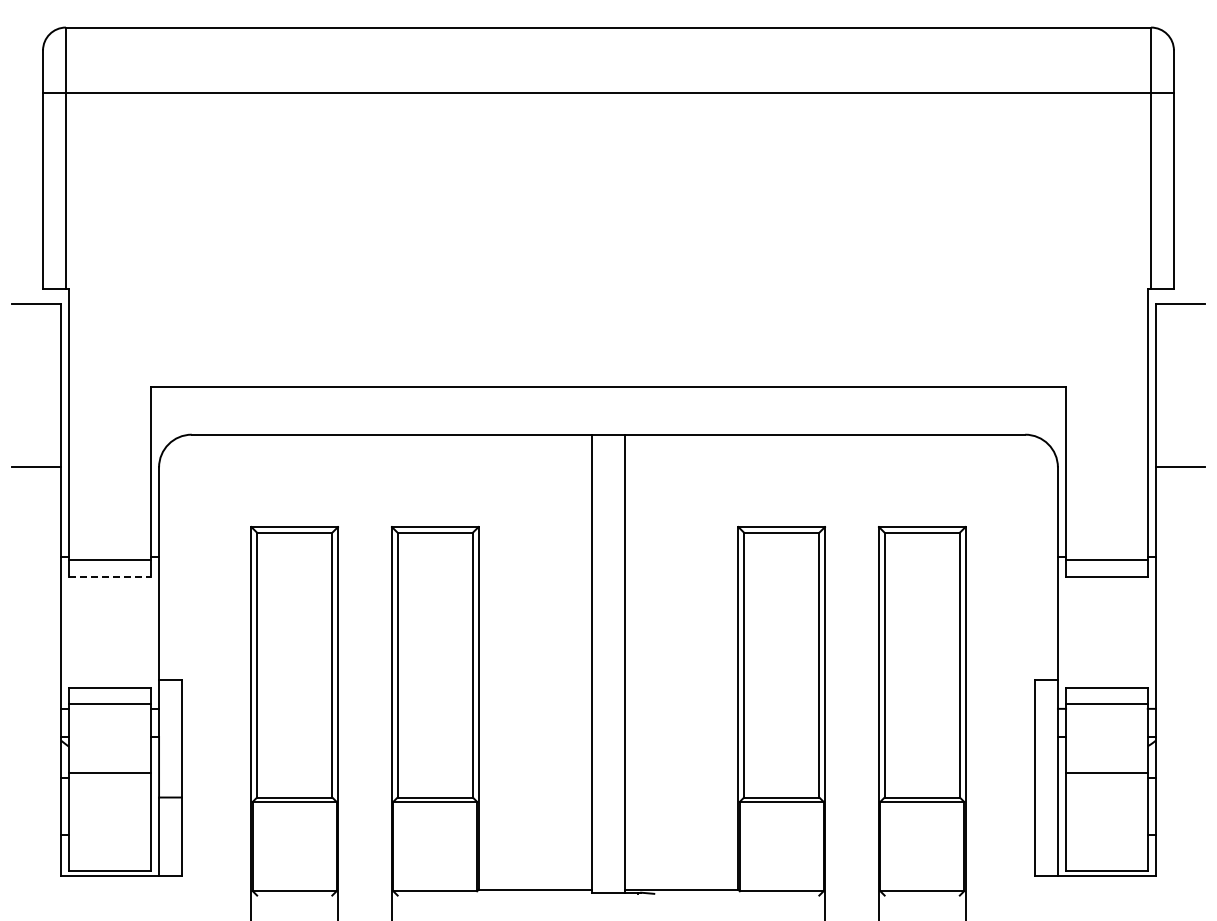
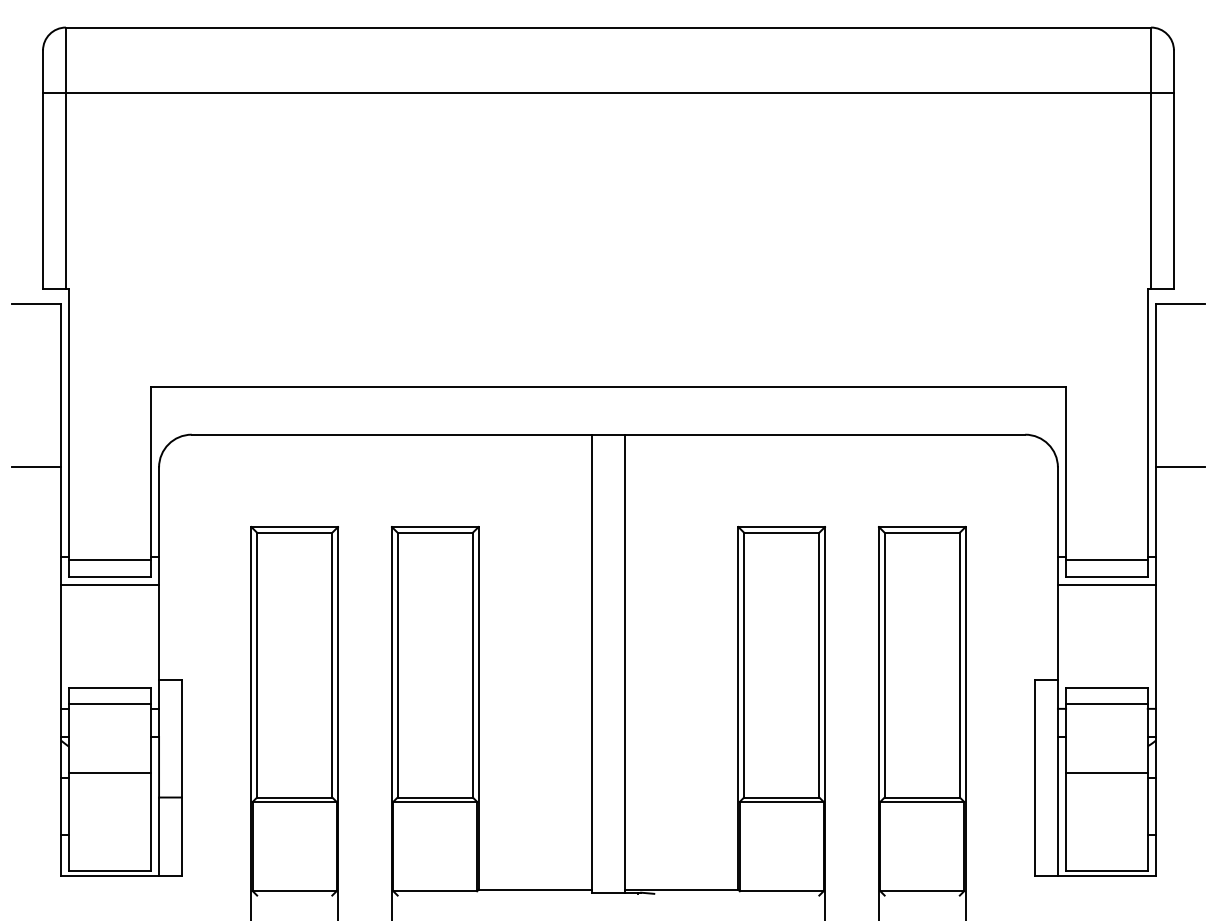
line at (110, 576): dashed -> solid
line at (110, 585): none -> present
line at (1106, 585): none -> present
